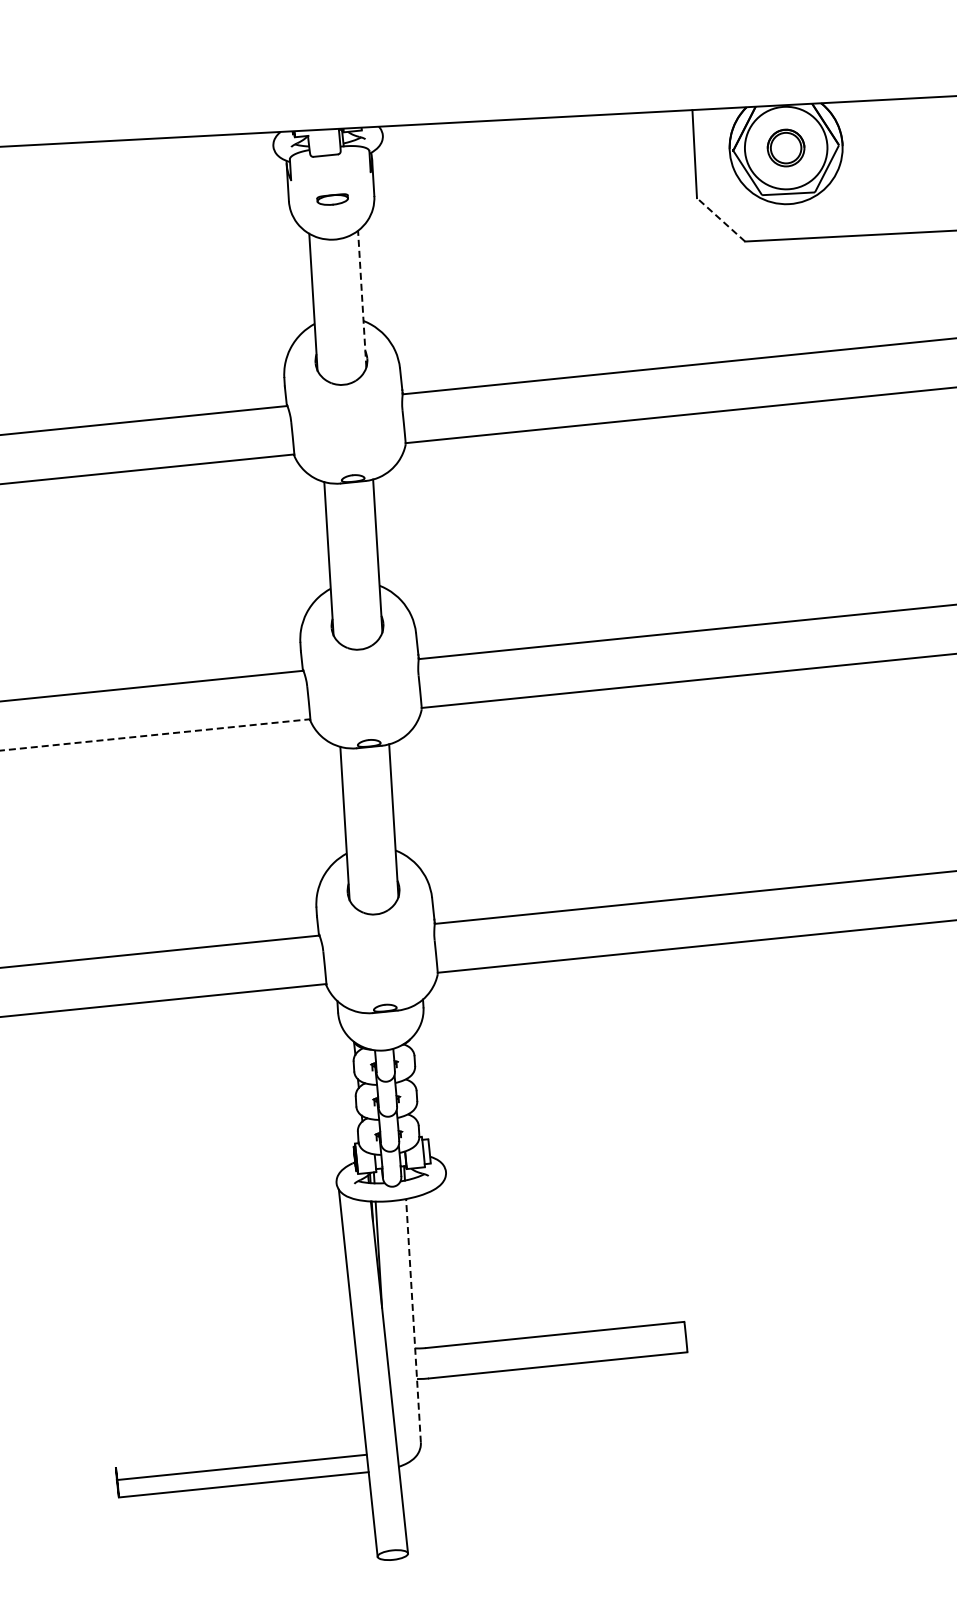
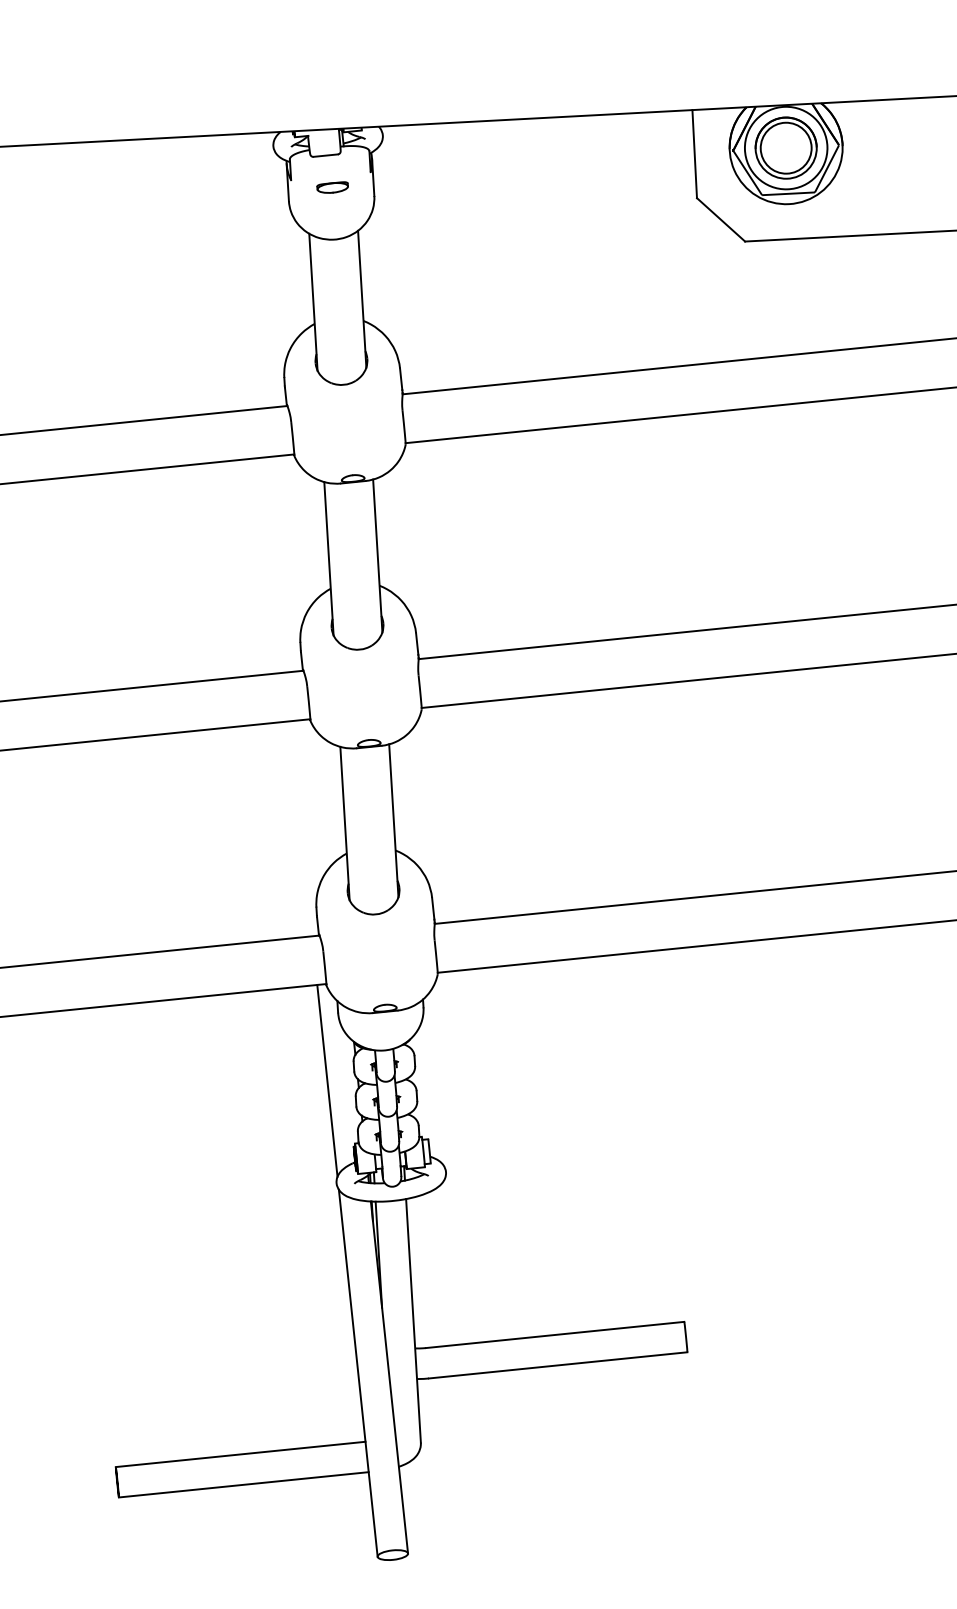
part at (785, 147) size: 40x40 px -> 64x64 px
part at (332, 199) position: (332, 199) -> (332, 187)
line at (720, 219): dashed -> solid
line at (362, 299): dashed -> solid
line at (155, 734): dashed -> solid
line at (327, 1080): none -> present
line at (413, 1320): dashed -> solid
line at (241, 1467) position: (241, 1467) -> (240, 1454)
